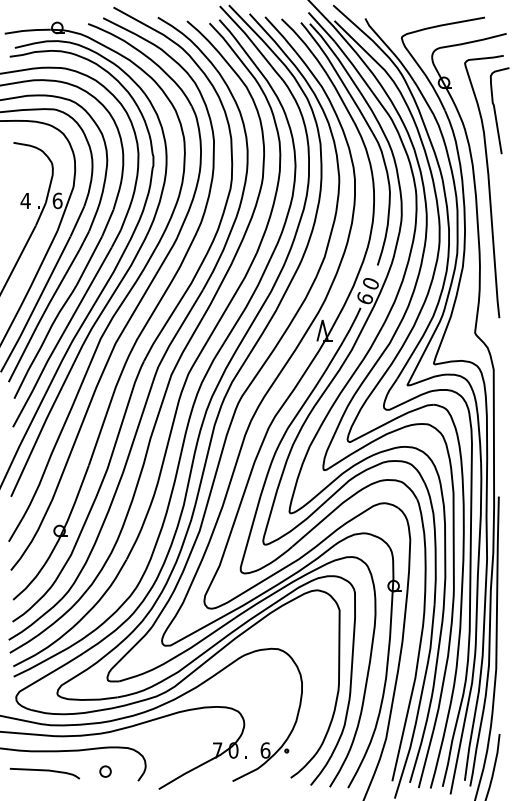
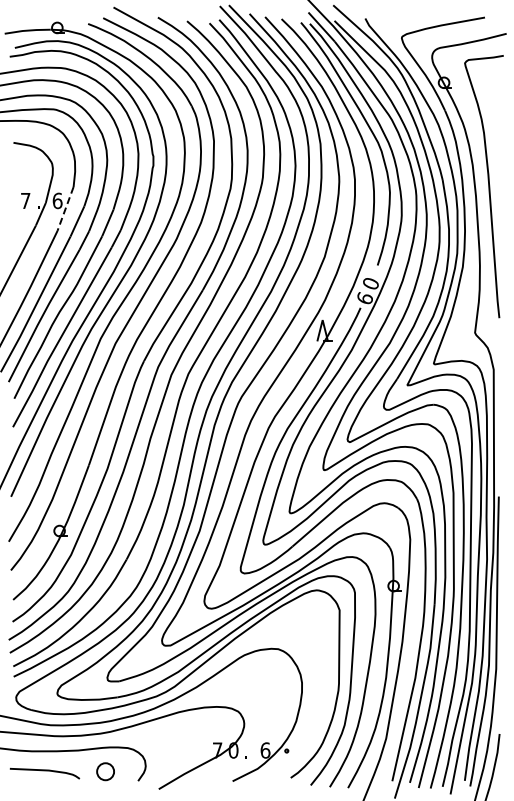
curve at (495, 110): present -> none
text at (25, 200): 4 -> 7
line at (65, 209): solid -> dashed
circle at (105, 771) size: 13x13 px -> 19x20 px
